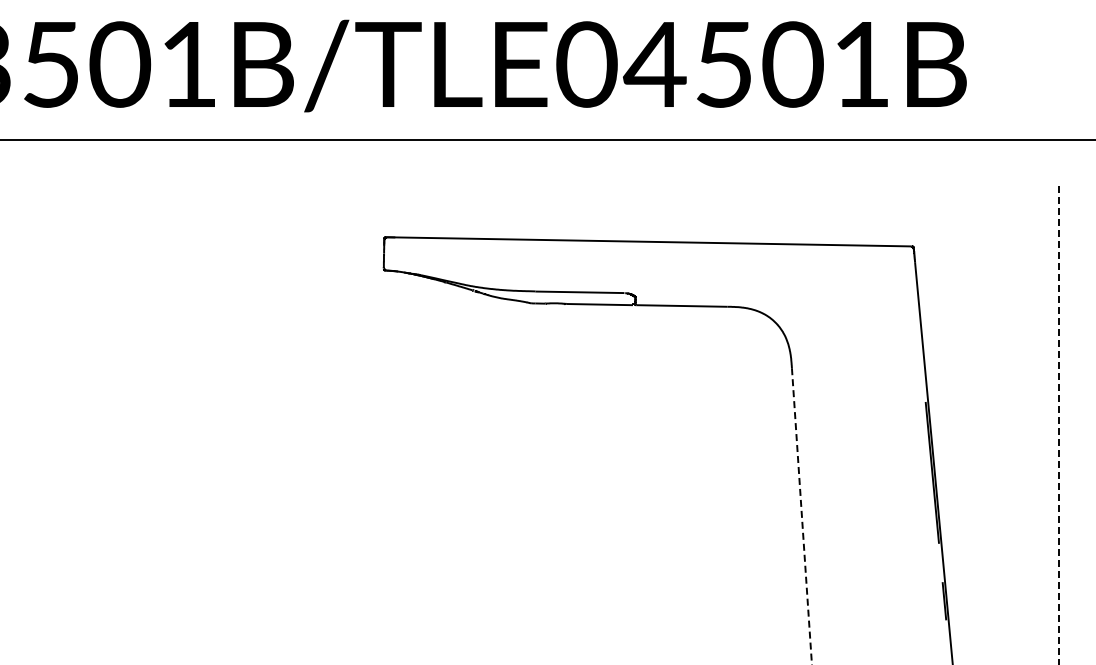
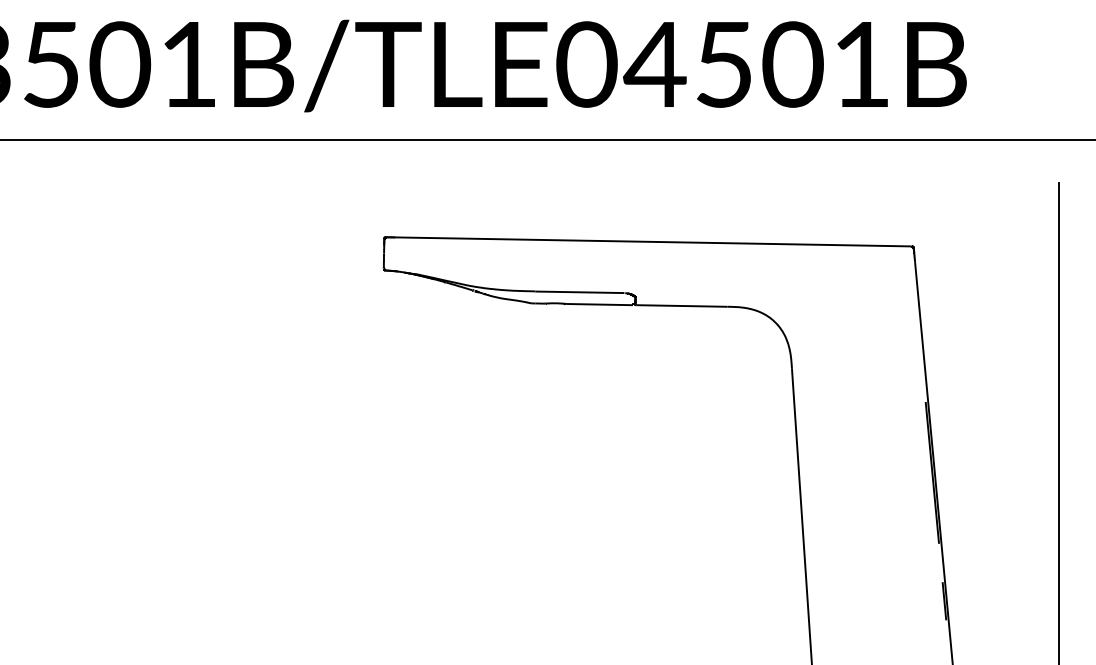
line at (1059, 423): dashed -> solid
line at (801, 516): dashed -> solid
